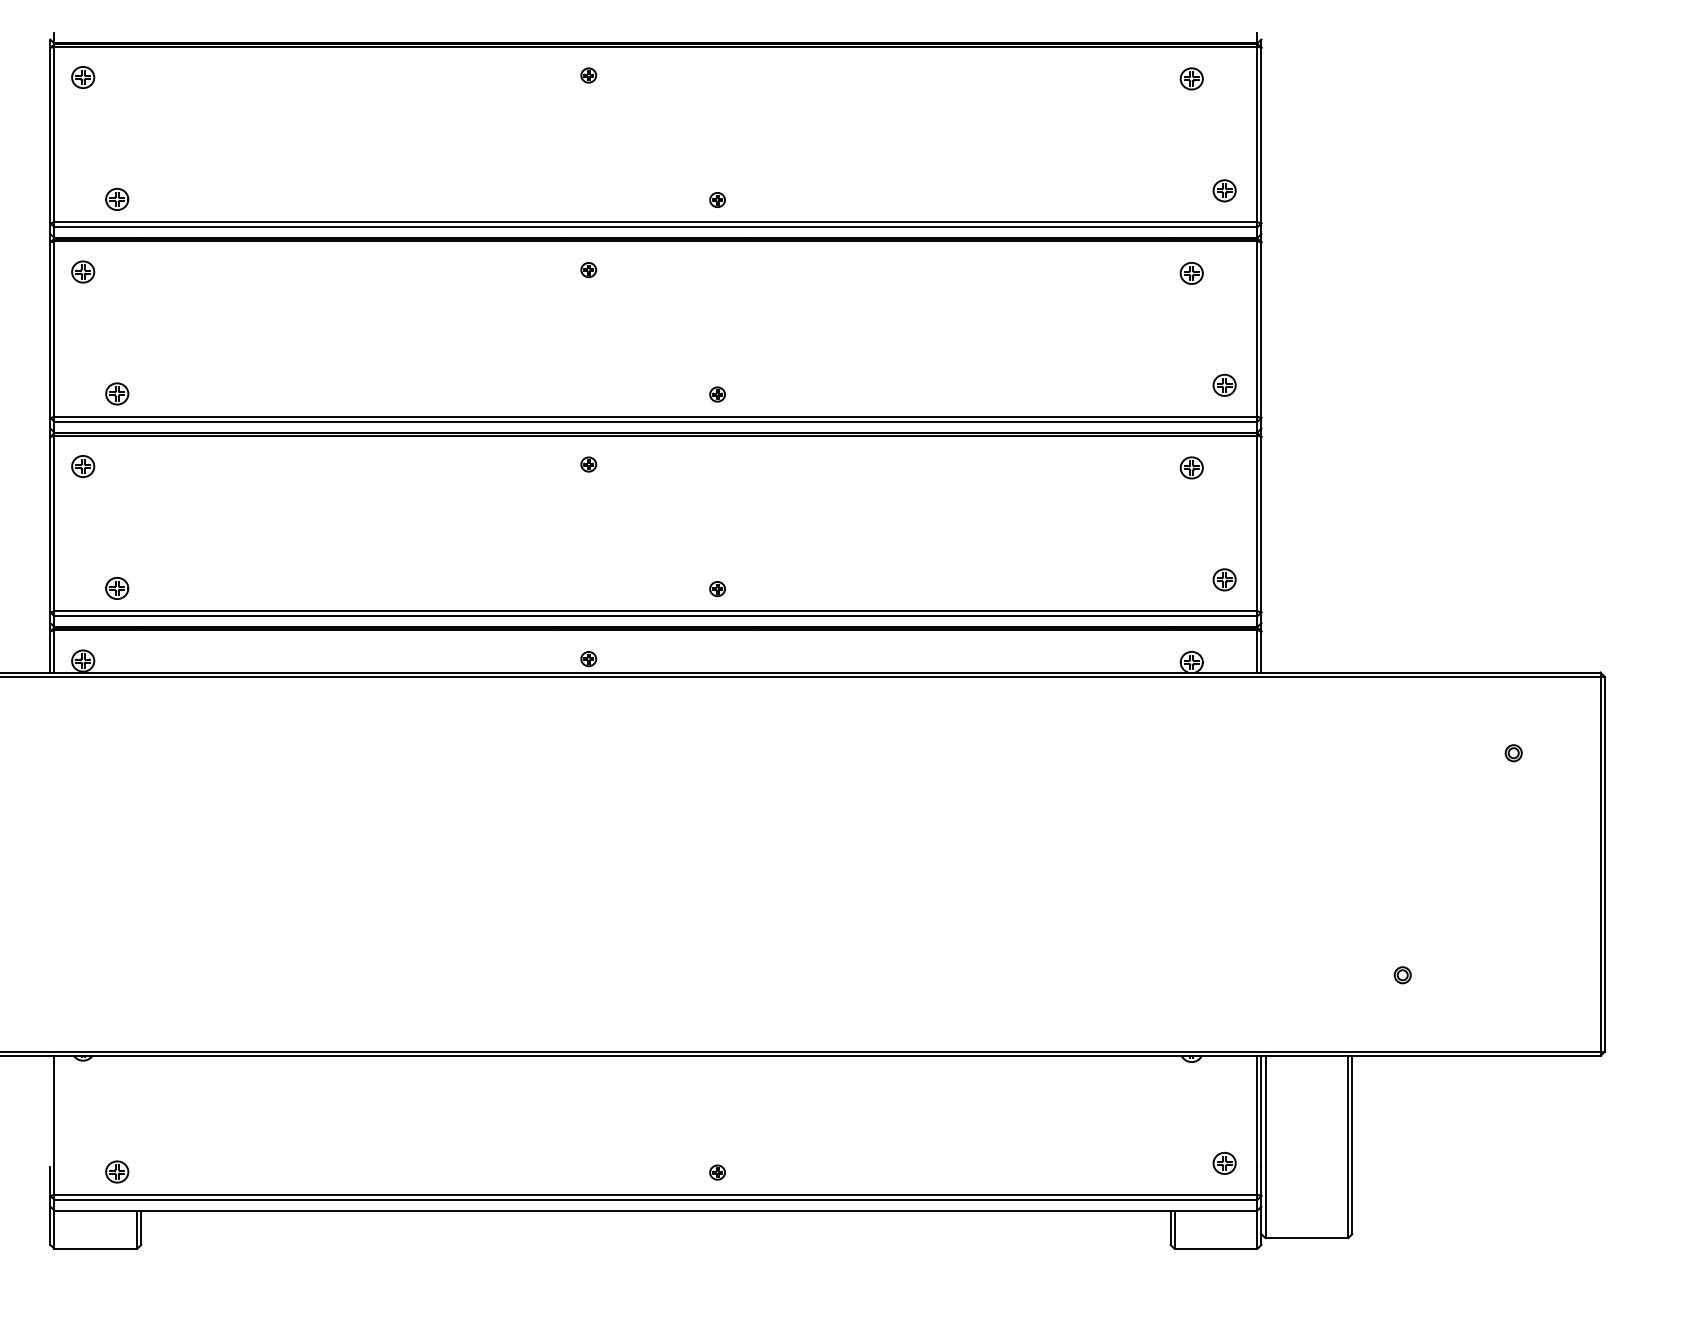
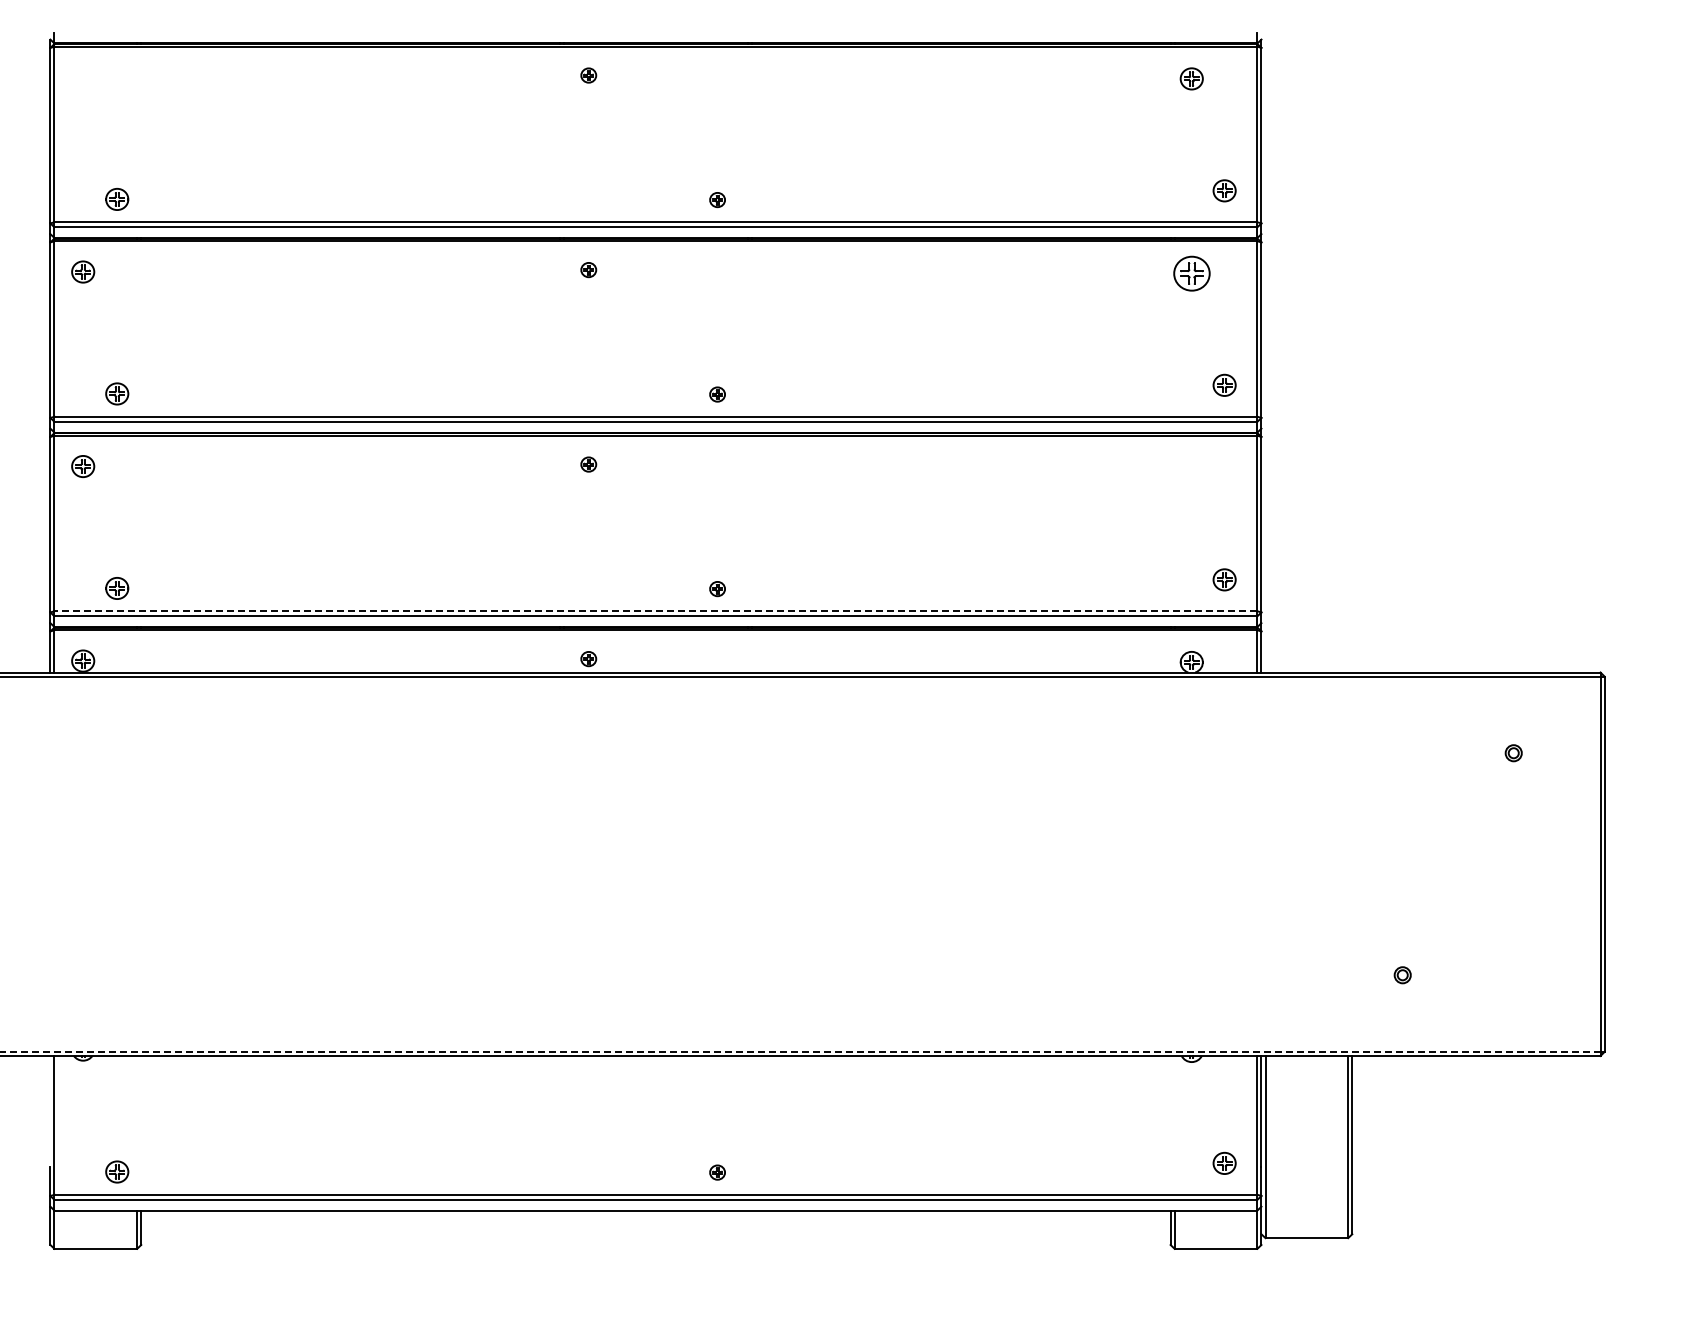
part at (83, 77): present -> none
part at (1191, 272) size: 25x24 px -> 38x37 px
part at (1191, 467): present -> none
line at (655, 611): solid -> dashed
line at (800, 1051): solid -> dashed
